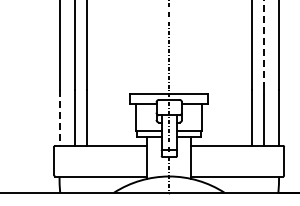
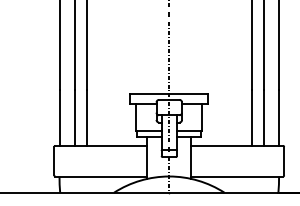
line at (263, 45): dashed -> solid
line at (59, 118): dashed -> solid
